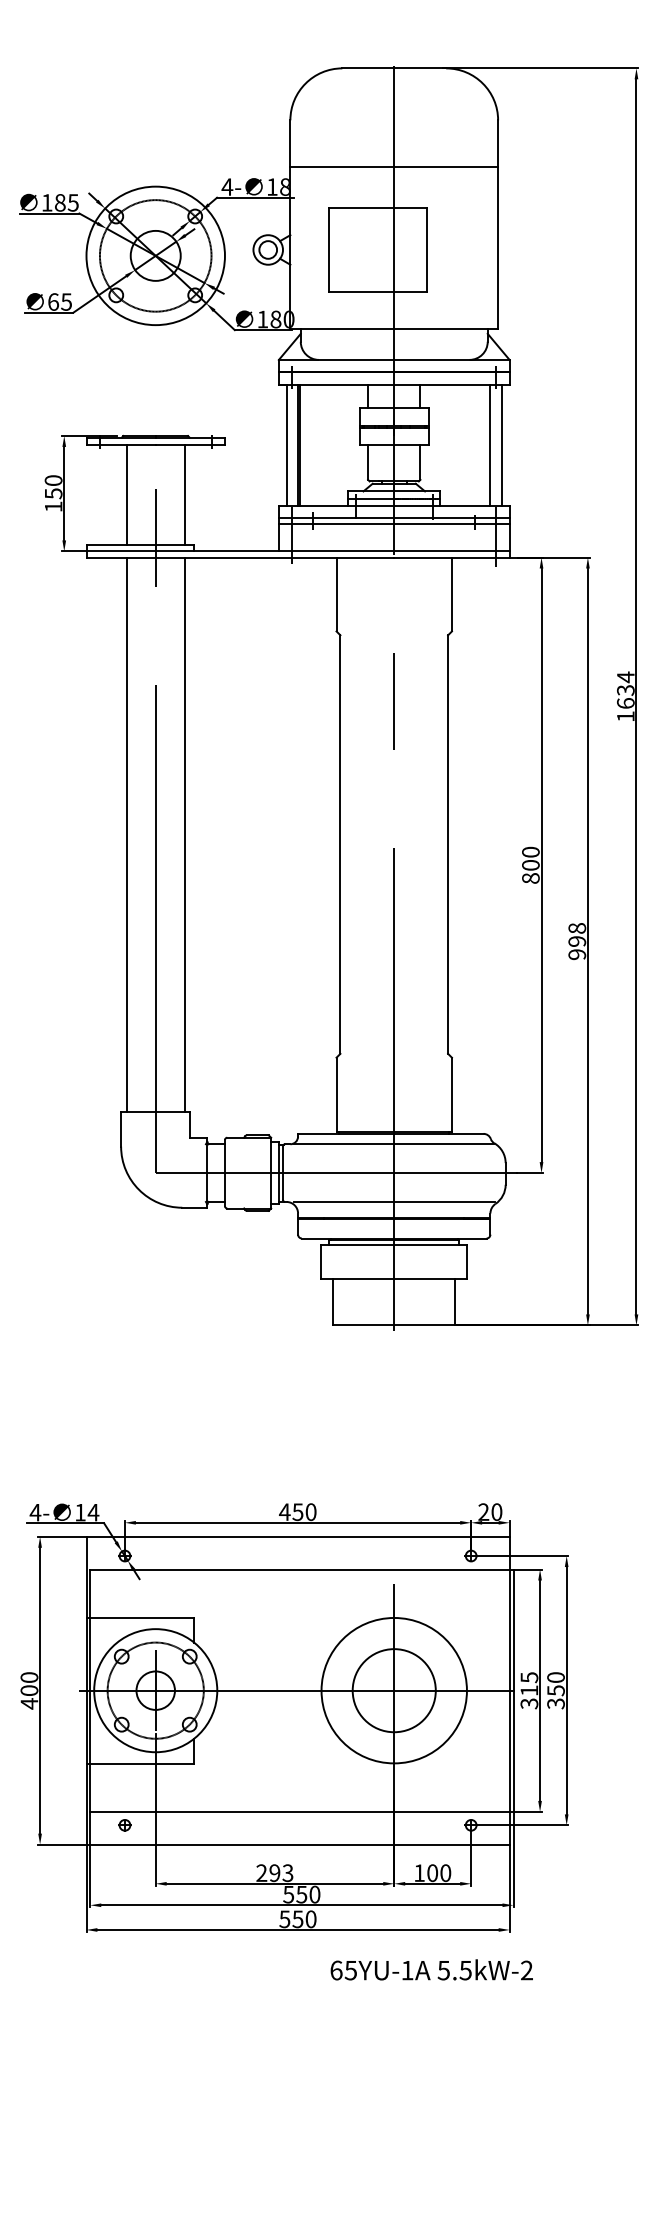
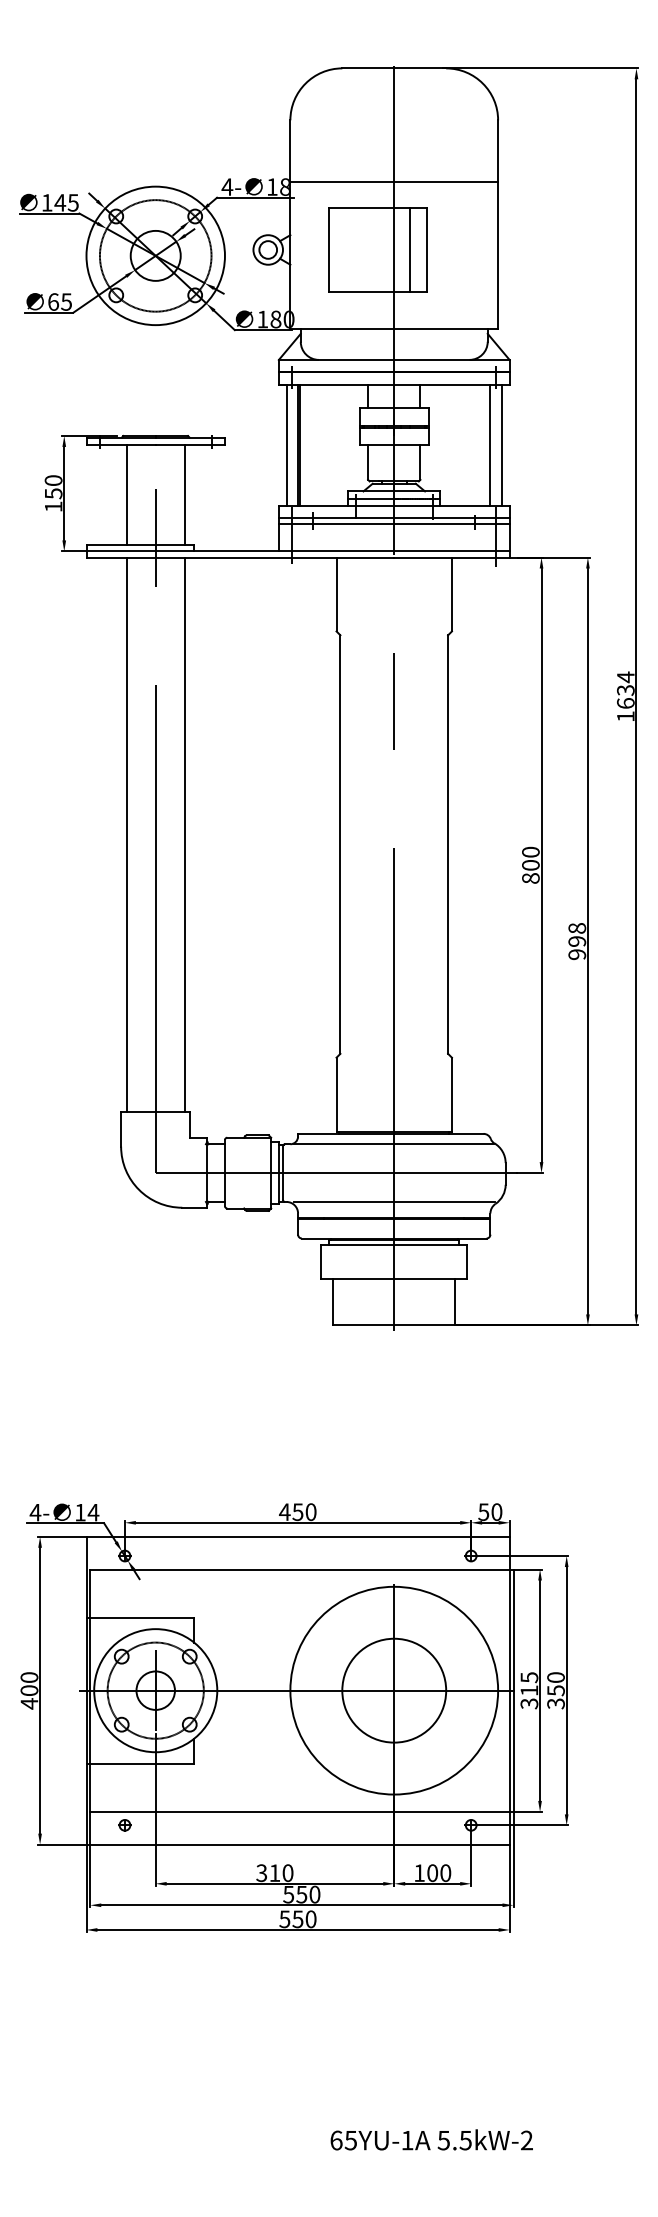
line at (394, 167) position: (394, 167) -> (394, 182)
text at (60, 202): 185 -> 145
line at (410, 249): none -> present
text at (483, 1512): 20 -> 50
circle at (393, 1690) diameter: 145 px -> 208 px
circle at (393, 1690) diameter: 83 px -> 104 px
text at (274, 1873): 293 -> 310
text at (431, 1969) position: (431, 1969) -> (431, 2139)
